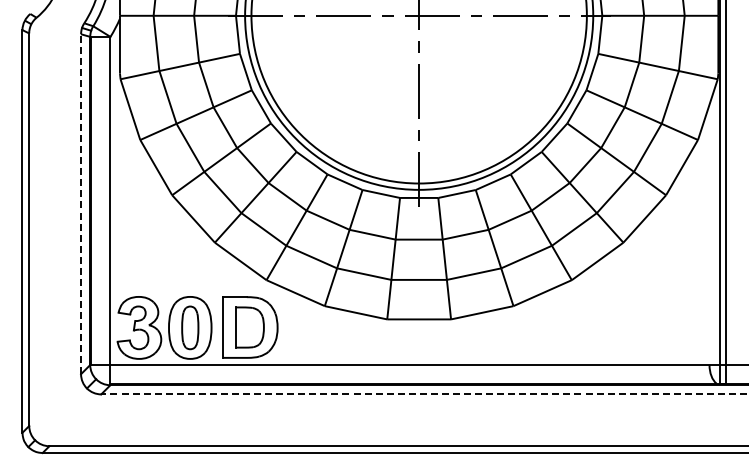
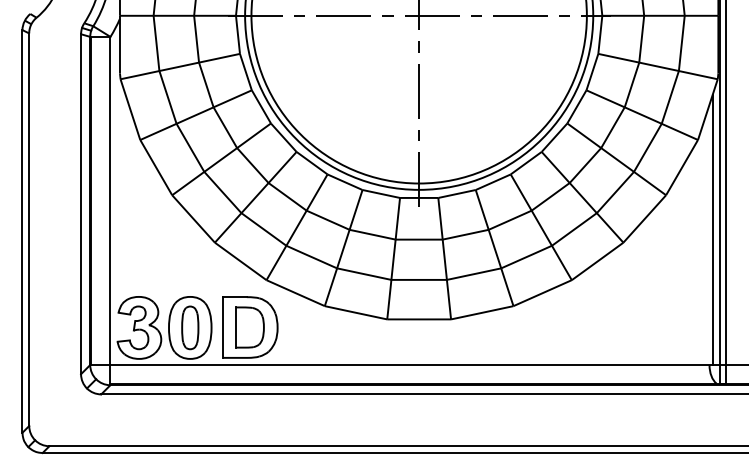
line at (81, 204): dashed -> solid
line at (712, 229): none -> present
line at (425, 394): dashed -> solid
